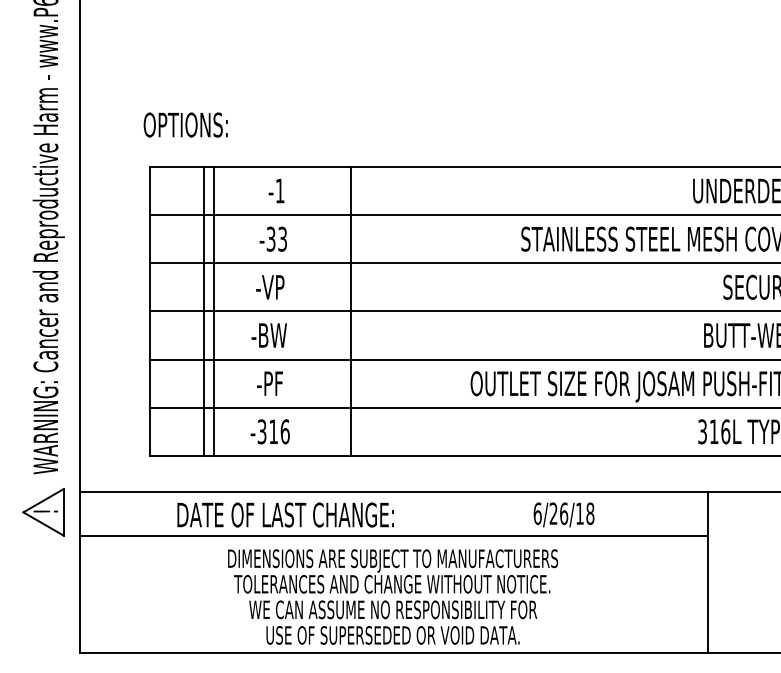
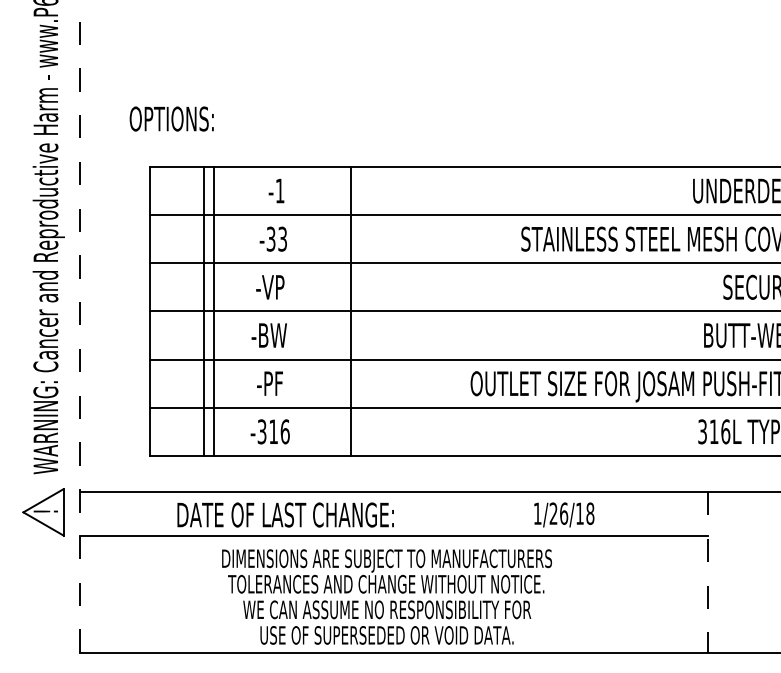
text at (185, 124) position: (185, 124) -> (171, 118)
line at (79, 326): solid -> dashed
text at (537, 513): 6/26/18 -> 1/26/18
line at (708, 572): solid -> dashed
text at (392, 596) position: (392, 596) -> (386, 596)
